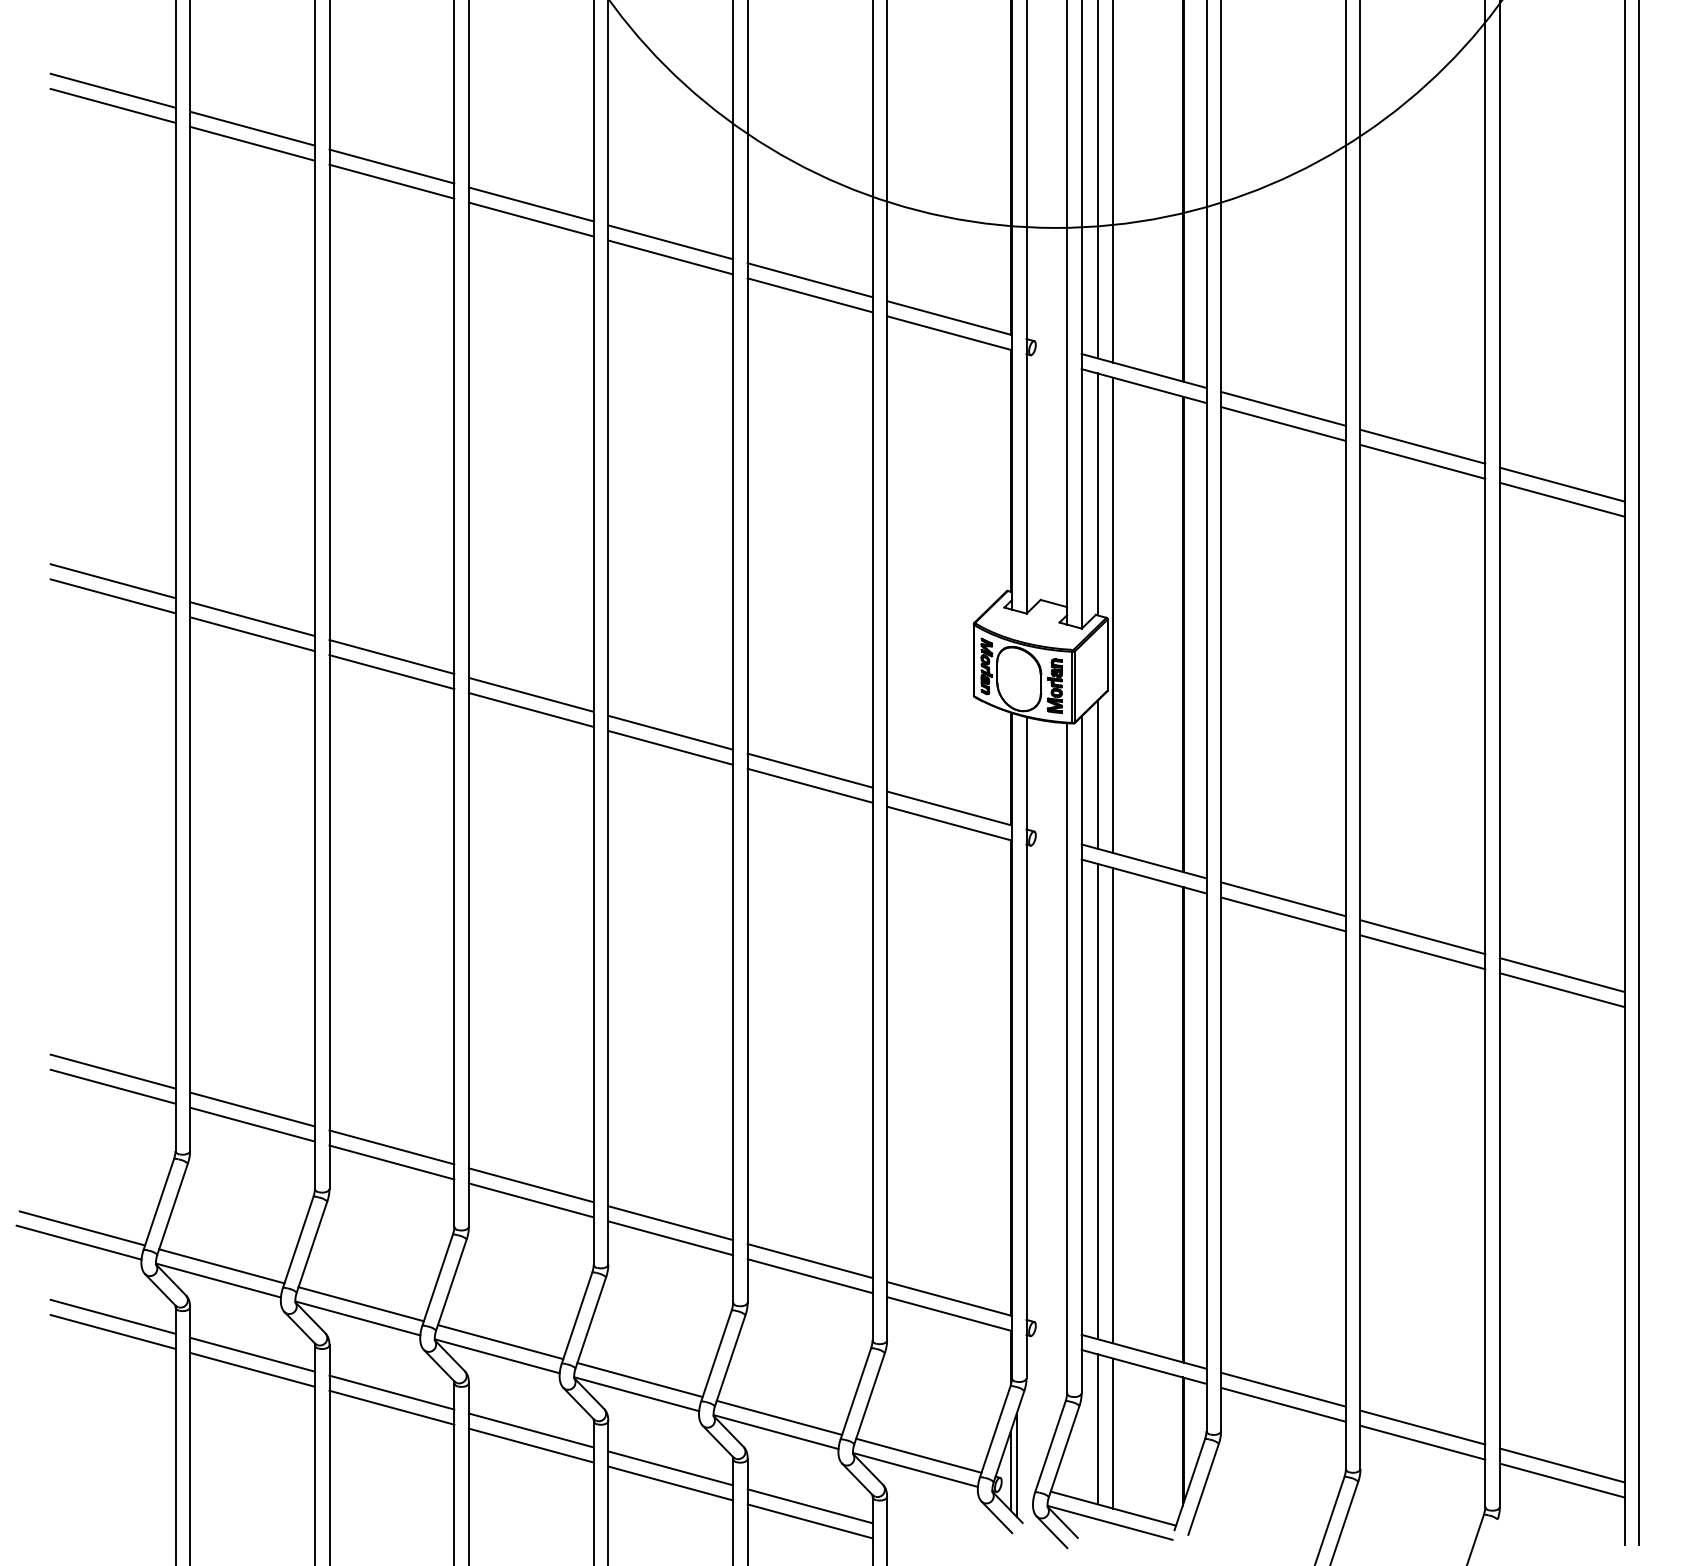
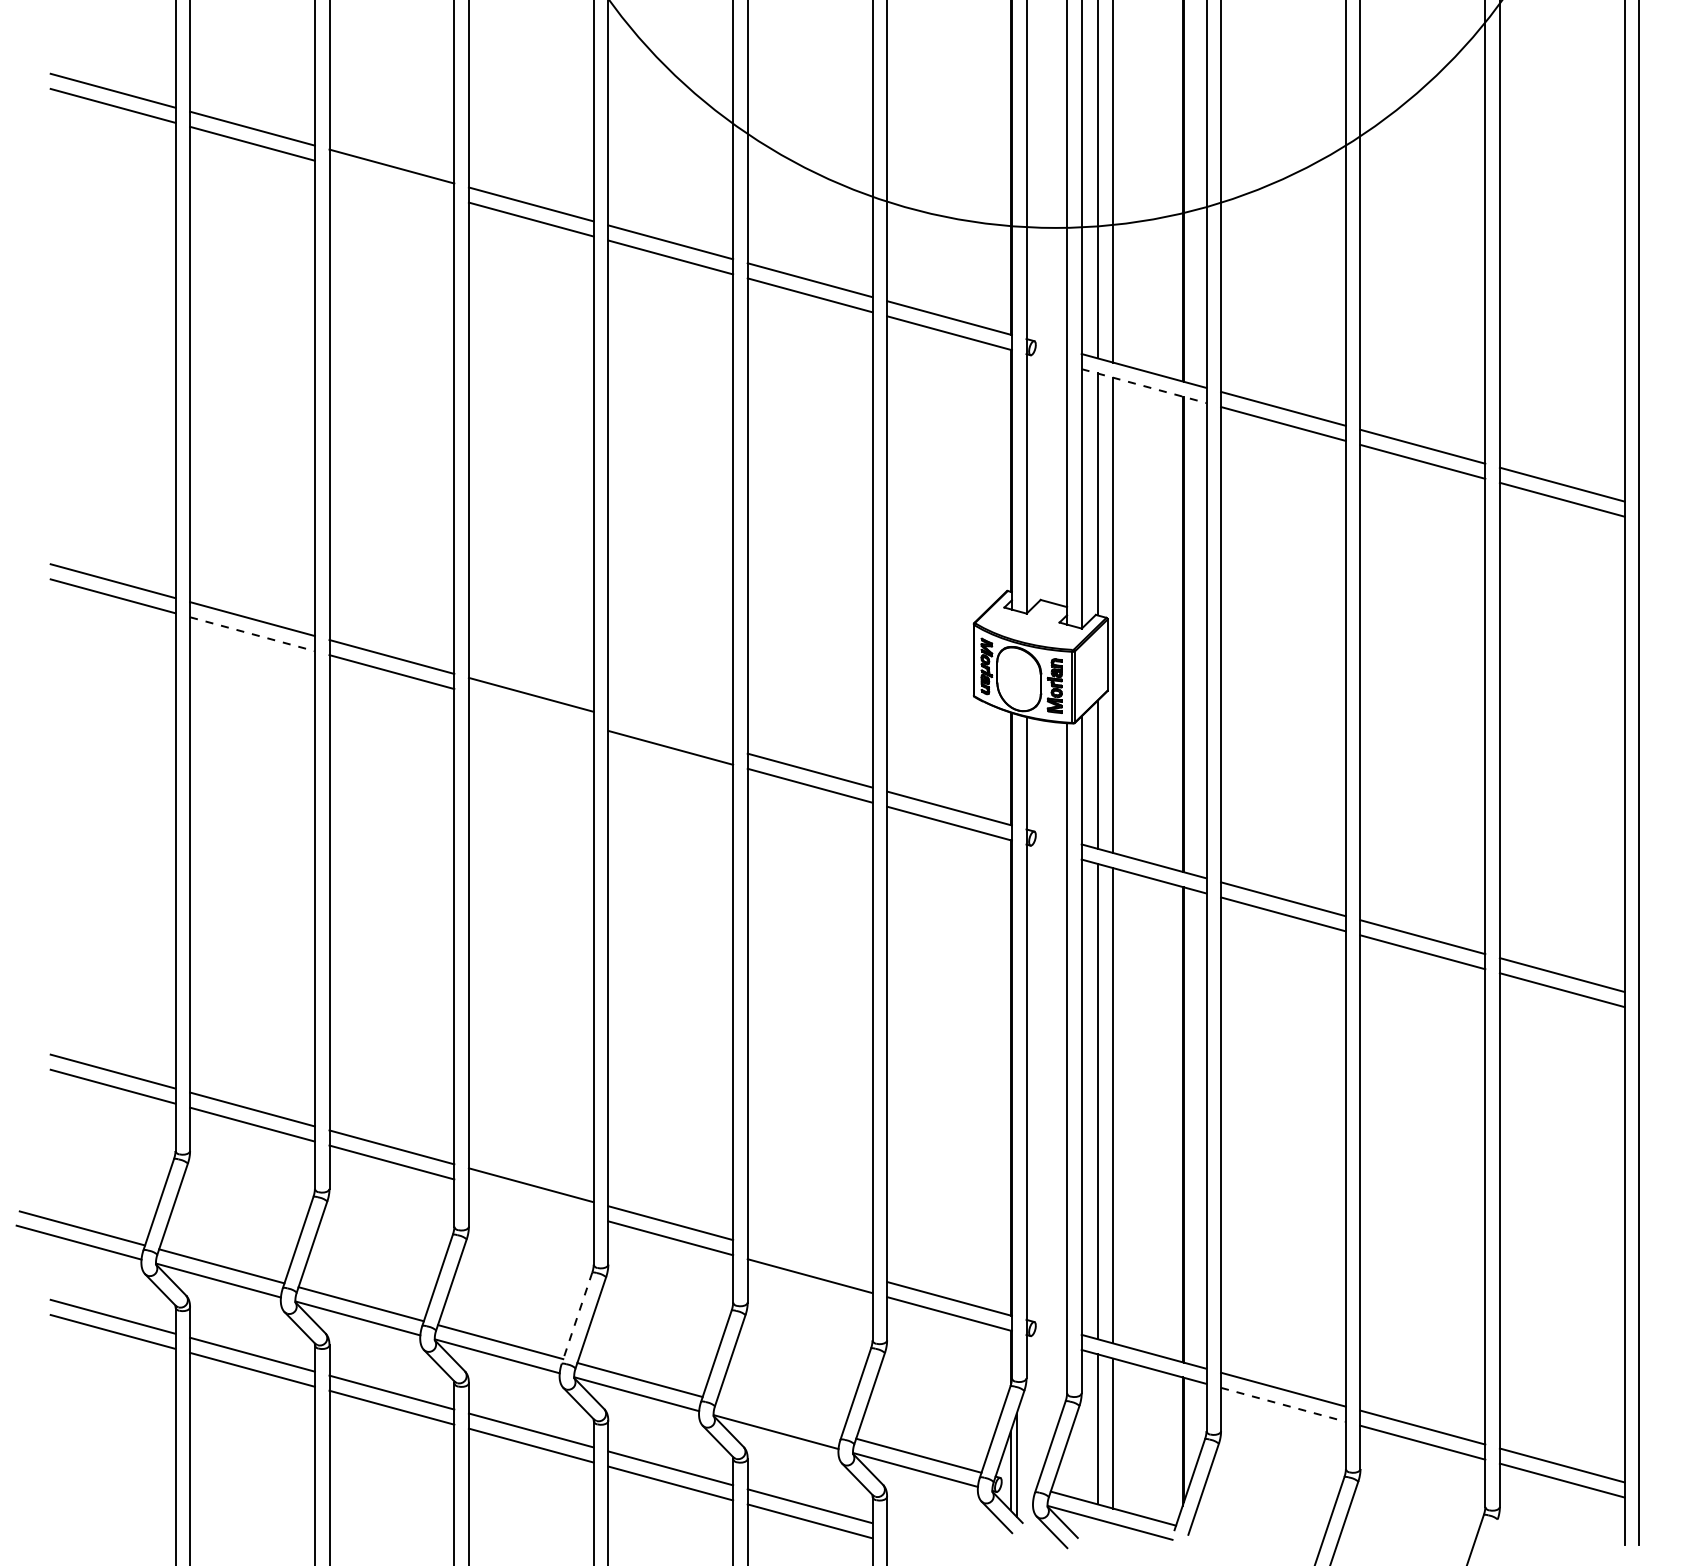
line at (391, 181): present -> none
line at (1144, 386): solid -> dashed
line at (252, 634): solid -> dashed
line at (530, 709): present -> none
line at (670, 732): present -> none
line at (530, 1200): present -> none
line at (809, 1261): present -> none
line at (576, 1318): solid -> dashed
line at (1283, 1404): solid -> dashed
line at (779, 1417): present -> none
